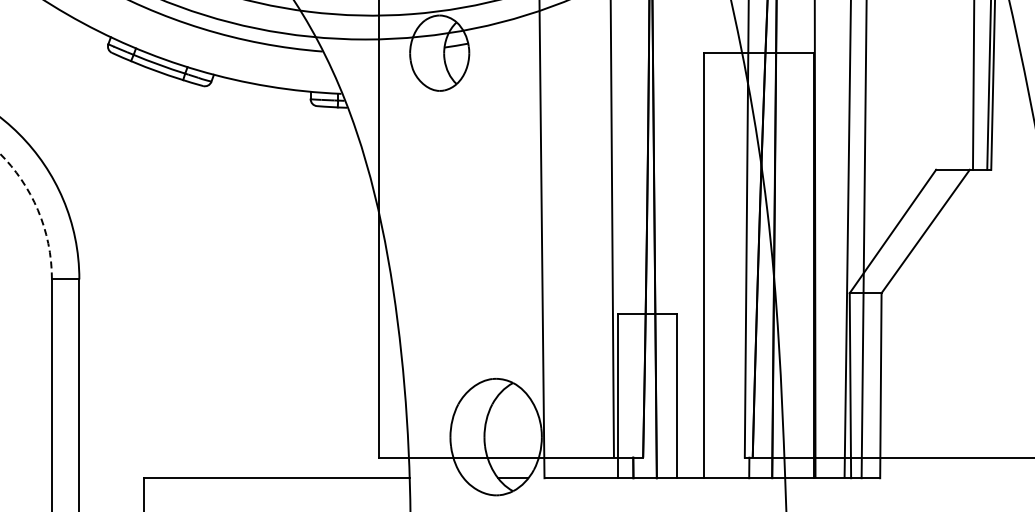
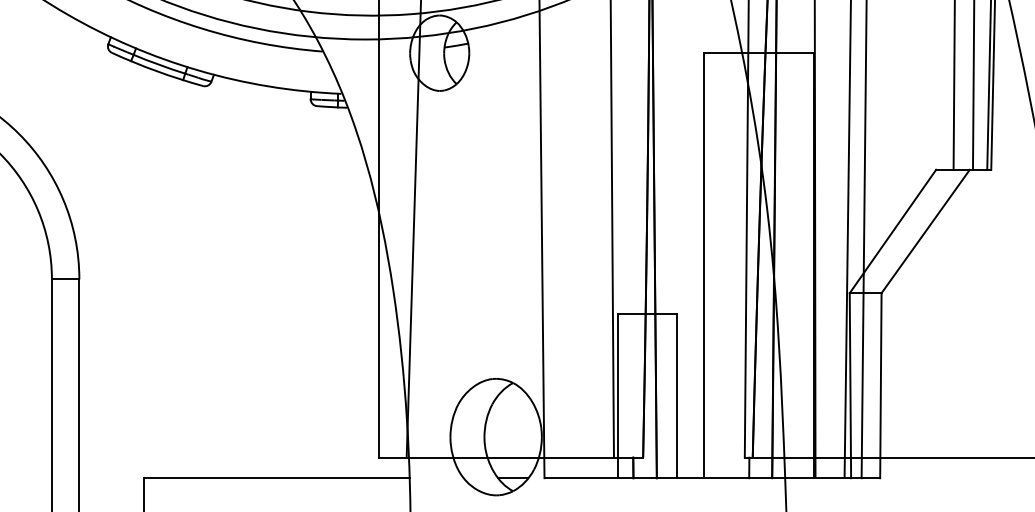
line at (953, 85): none -> present
arc at (38, 210): dashed -> solid
line at (413, 229): none -> present
